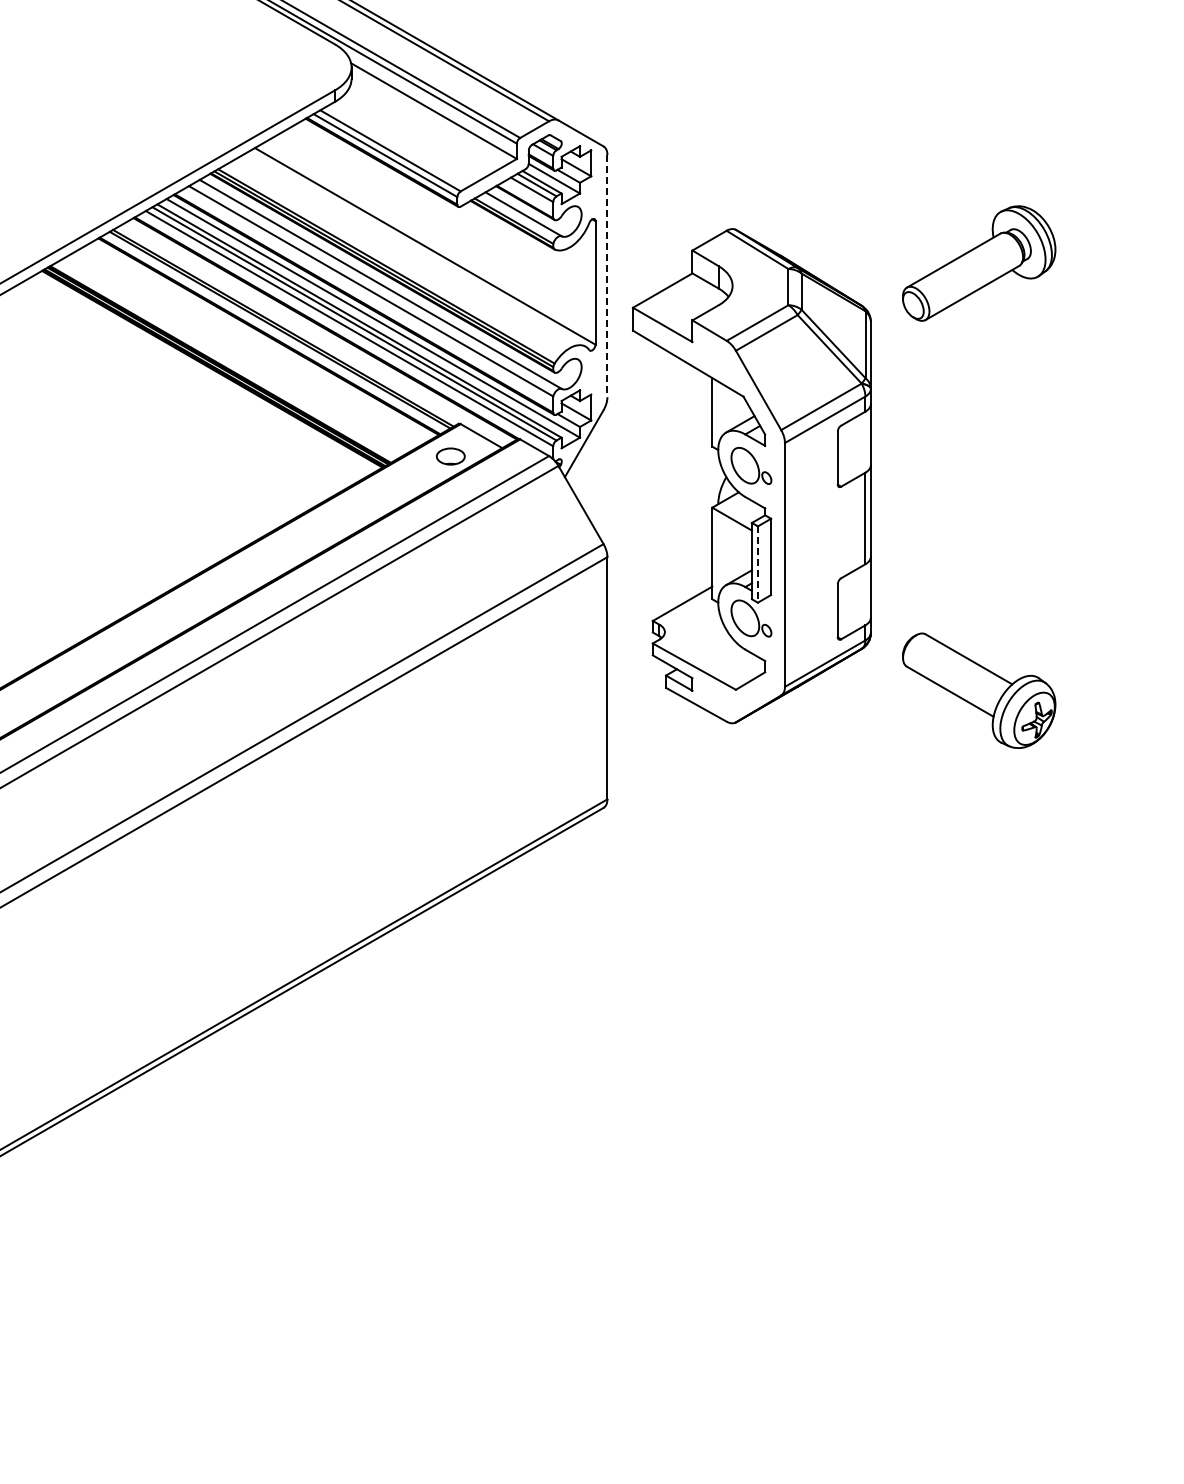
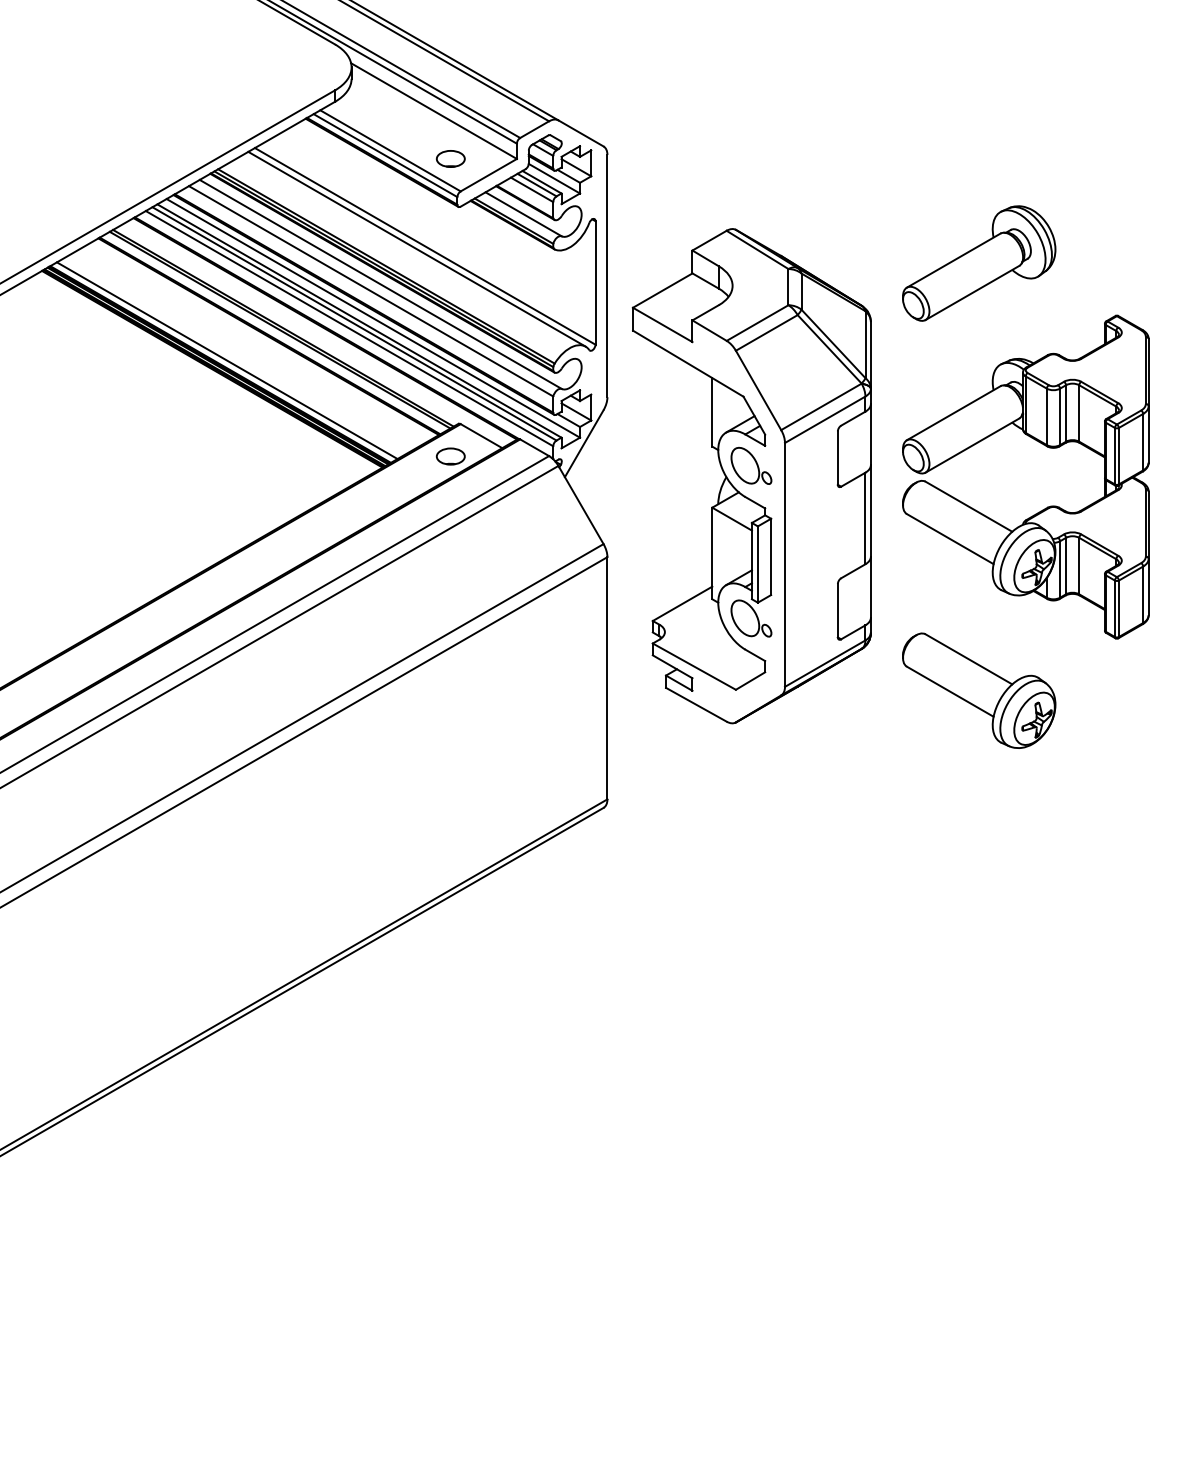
part at (450, 158): none -> present
line at (416, 248): none -> present
line at (607, 276): dashed -> solid
line at (226, 360): none -> present
part at (1043, 445): none -> present
line at (757, 565): dashed -> solid
